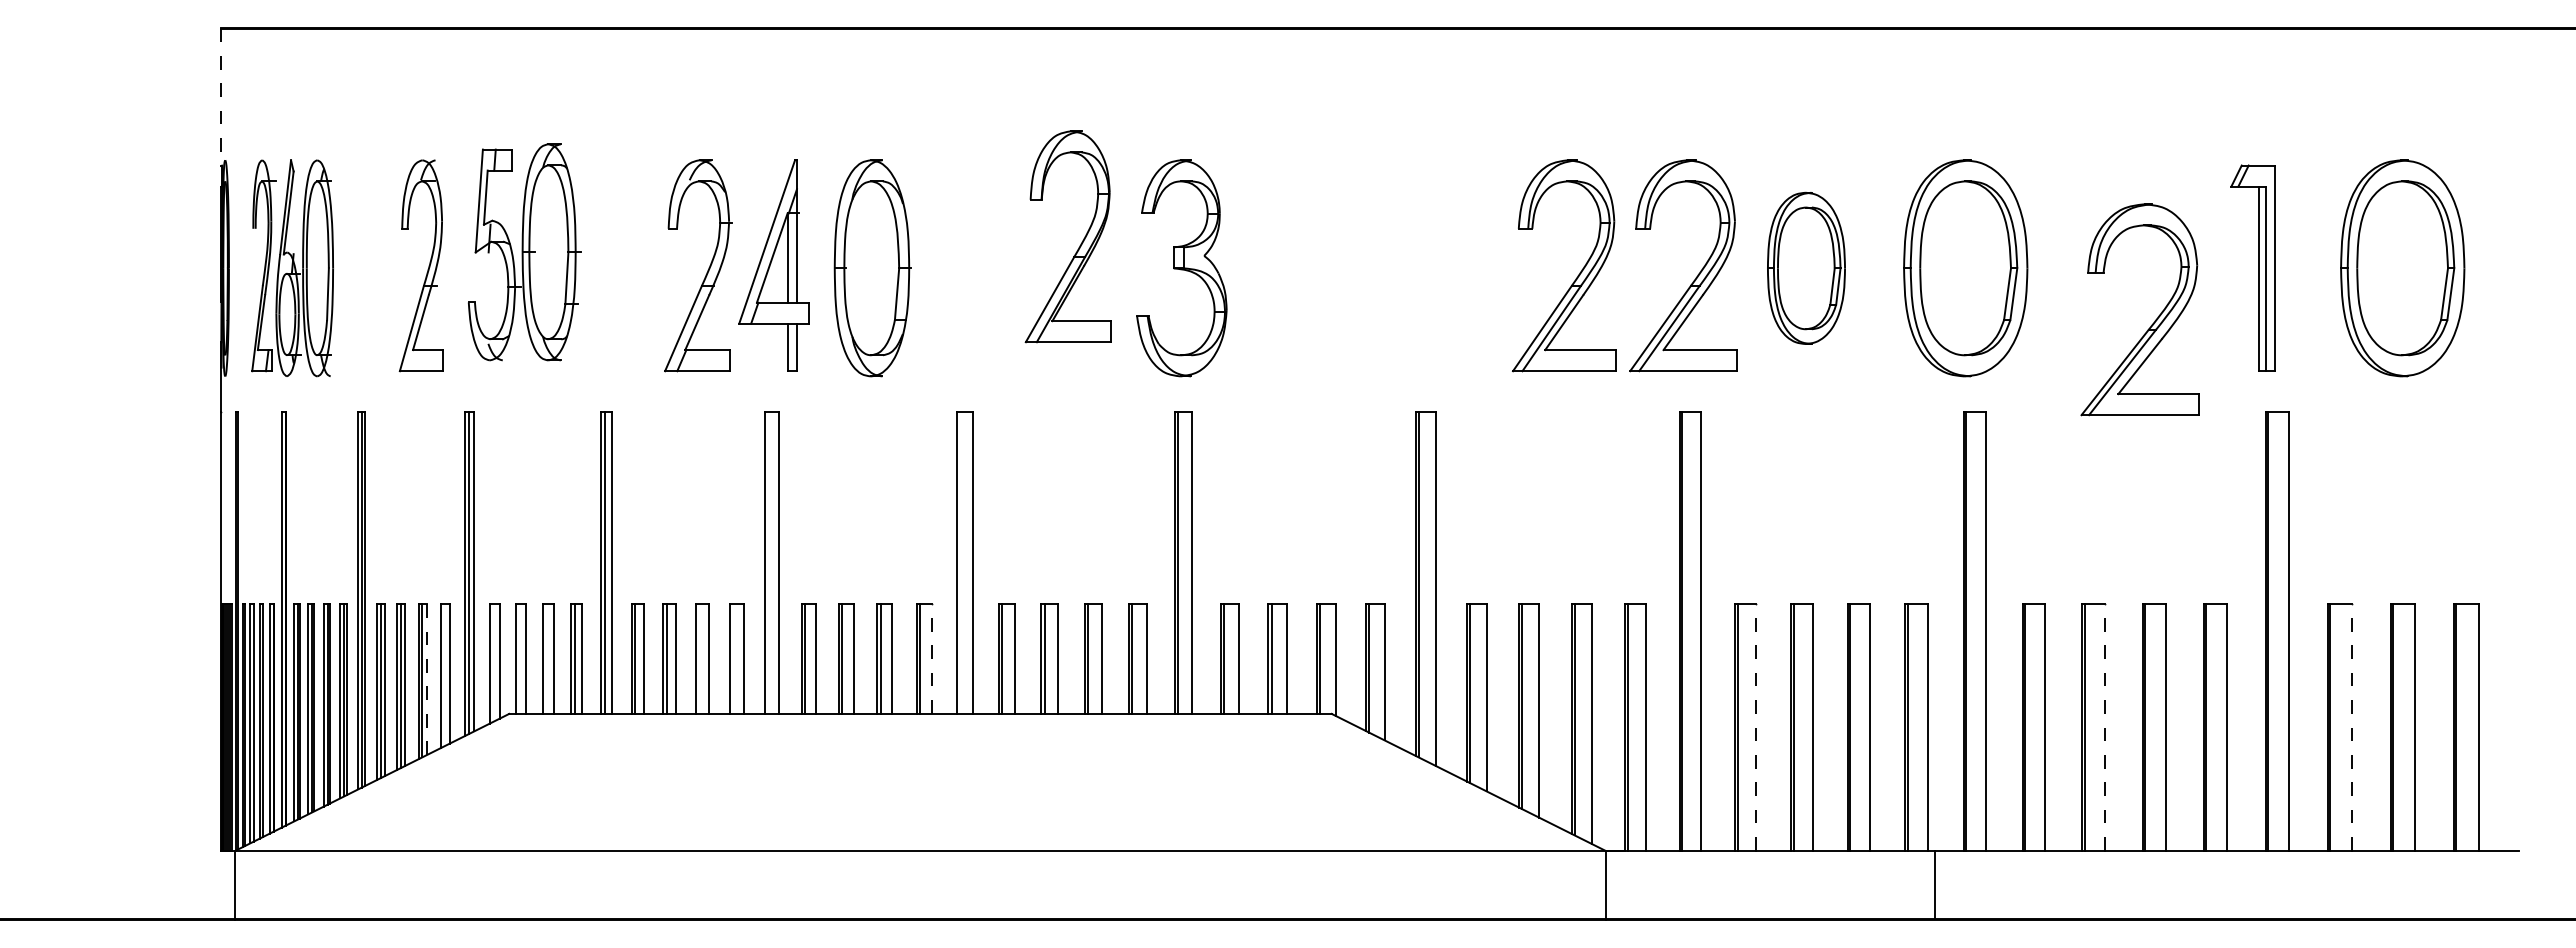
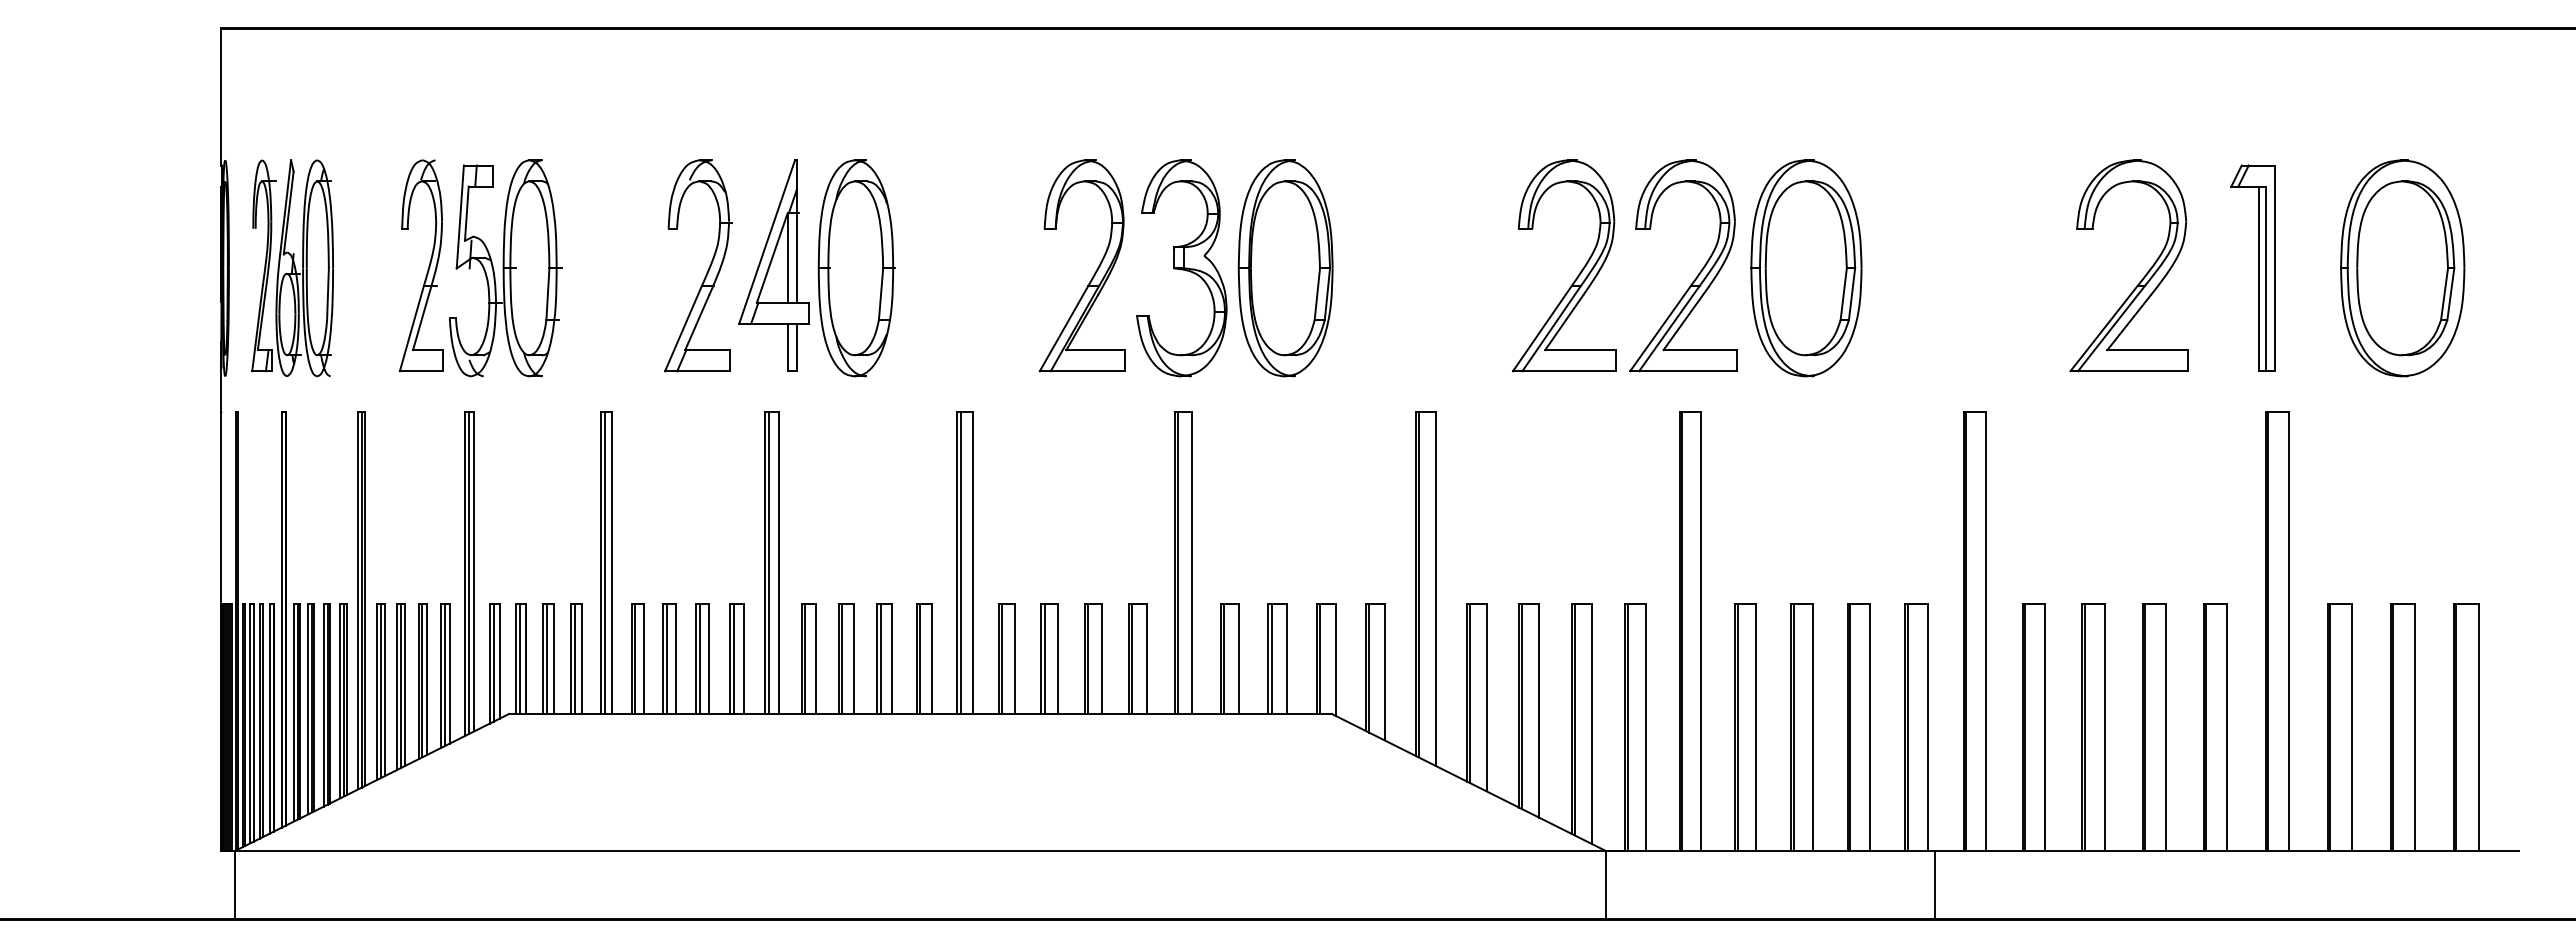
line at (221, 97): dashed -> solid
part at (1080, 243) position: (1080, 243) -> (1094, 272)
part at (524, 252) position: (524, 252) -> (505, 268)
part at (1806, 267) size: 79x154 px -> 113x219 px
part at (872, 268) position: (872, 268) -> (856, 268)
part at (1285, 268): none -> present
part at (1965, 268): present -> none
part at (2154, 320) position: (2154, 320) -> (2143, 276)
line at (769, 562): none -> present
line at (960, 562): none -> present
line at (519, 658): none -> present
line at (546, 658): none -> present
line at (699, 658): none -> present
line at (733, 658): none -> present
line at (932, 659): dashed -> solid
line at (493, 662): none -> present
line at (444, 674): none -> present
line at (426, 679): dashed -> solid
line at (1756, 727): dashed -> solid
line at (2105, 727): dashed -> solid
line at (2351, 727): dashed -> solid
